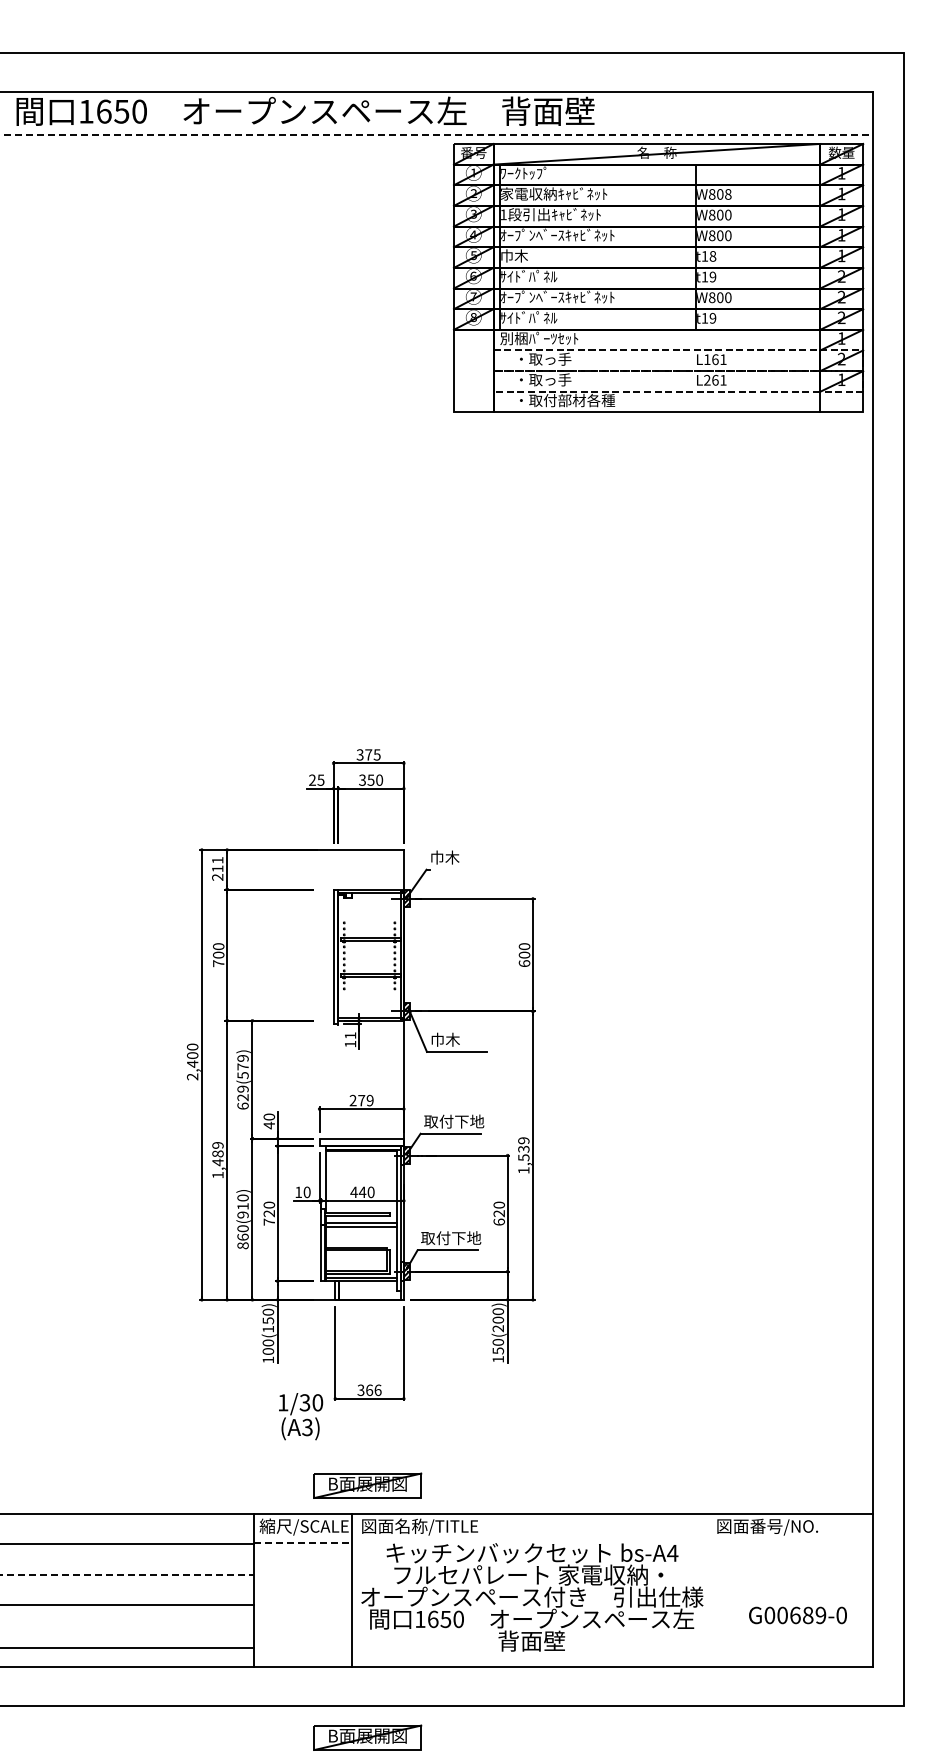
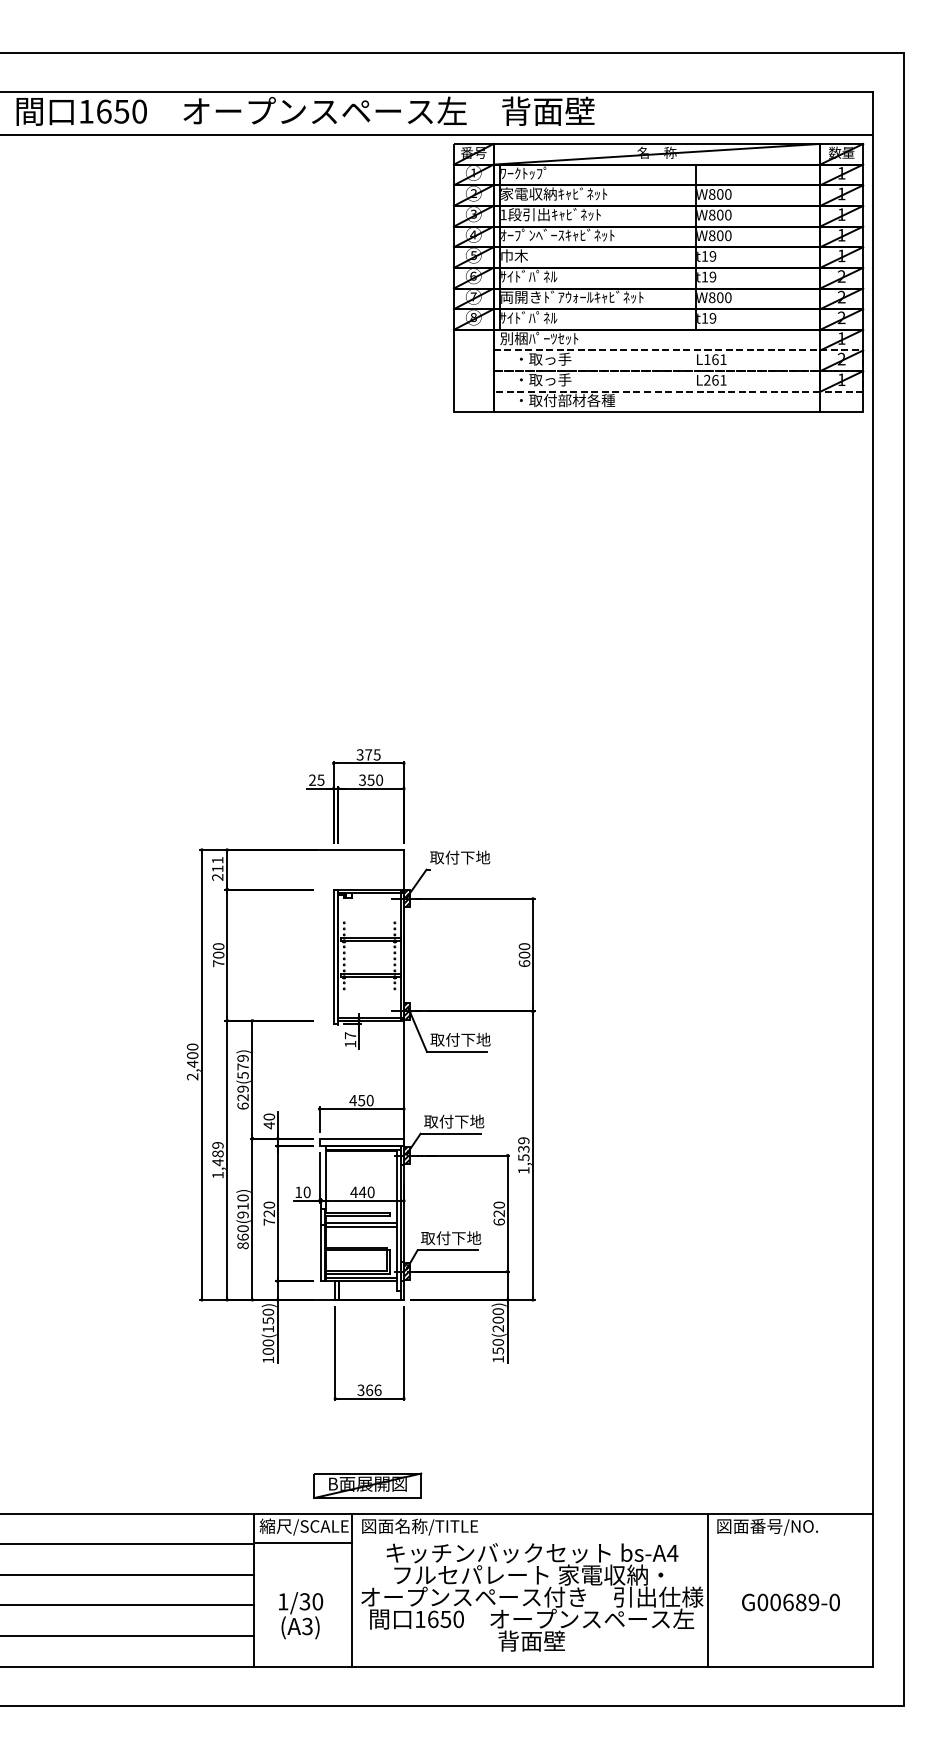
line at (437, 134): dashed -> solid
text at (728, 194): W808 -> W800
text at (712, 256): t18 -> t19
text at (572, 296): ｵｰﾌﾟﾝﾍﾞｰｽｷｬﾋﾞﾈｯﾄ -> 両開きﾄﾞｱｳｫｰﾙｷｬﾋﾞﾈｯﾄ
text at (460, 857): 巾木 -> 取付下地
text at (350, 1035): 11 -> 17
text at (460, 1039): 巾木 -> 取付下地
text at (361, 1100): 279 -> 450
text at (301, 1416) position: (301, 1416) -> (301, 1615)
line at (303, 1542): dashed -> solid
line at (127, 1574): dashed -> solid
line at (708, 1589): none -> present
text at (797, 1615) position: (797, 1615) -> (790, 1602)
line at (127, 1648) position: (127, 1648) -> (127, 1636)
part at (367, 1737): present -> none
